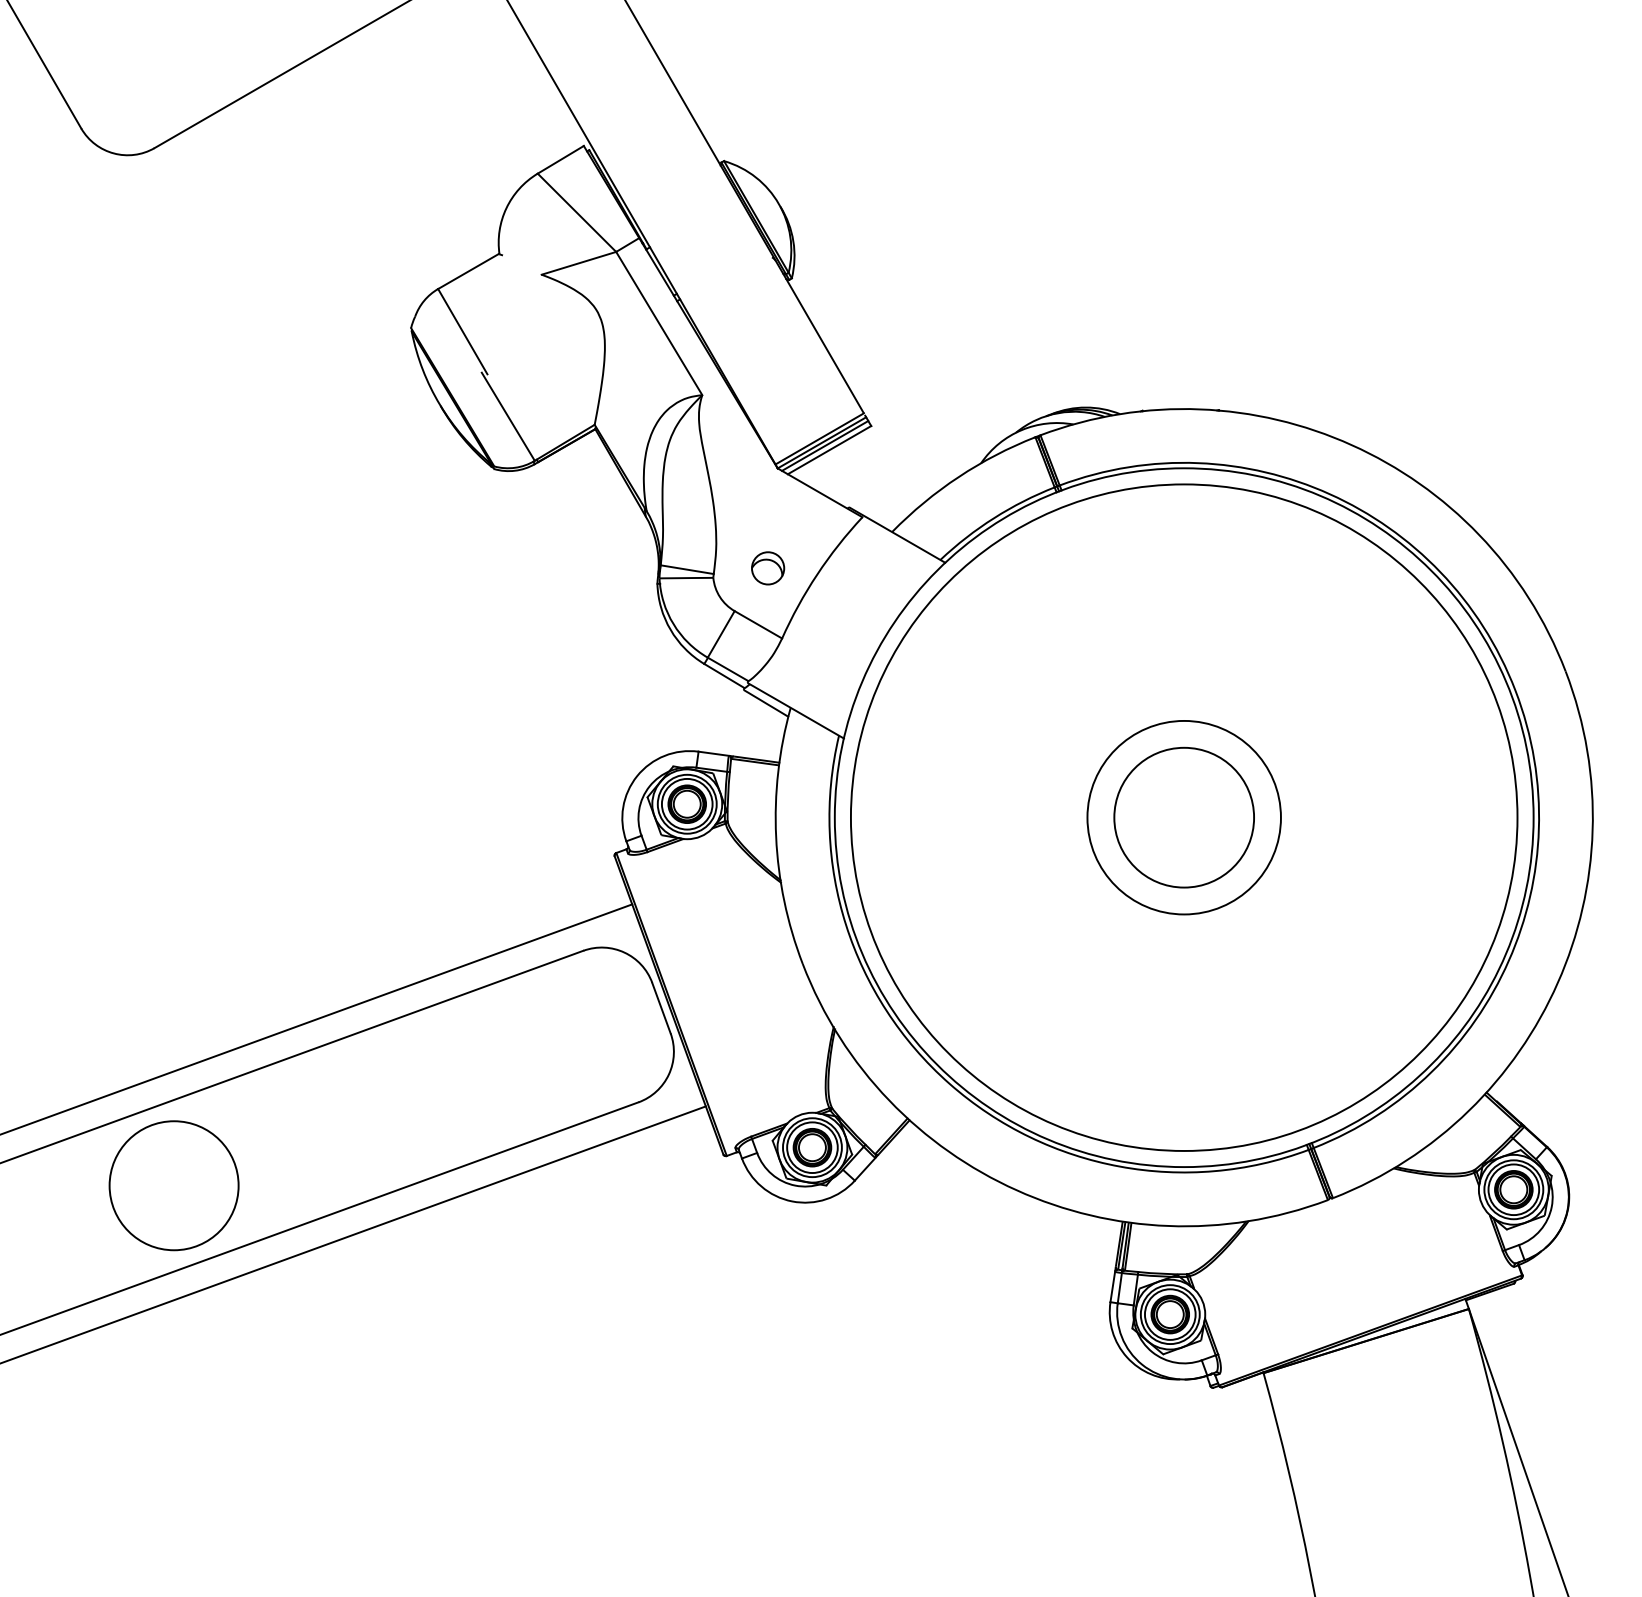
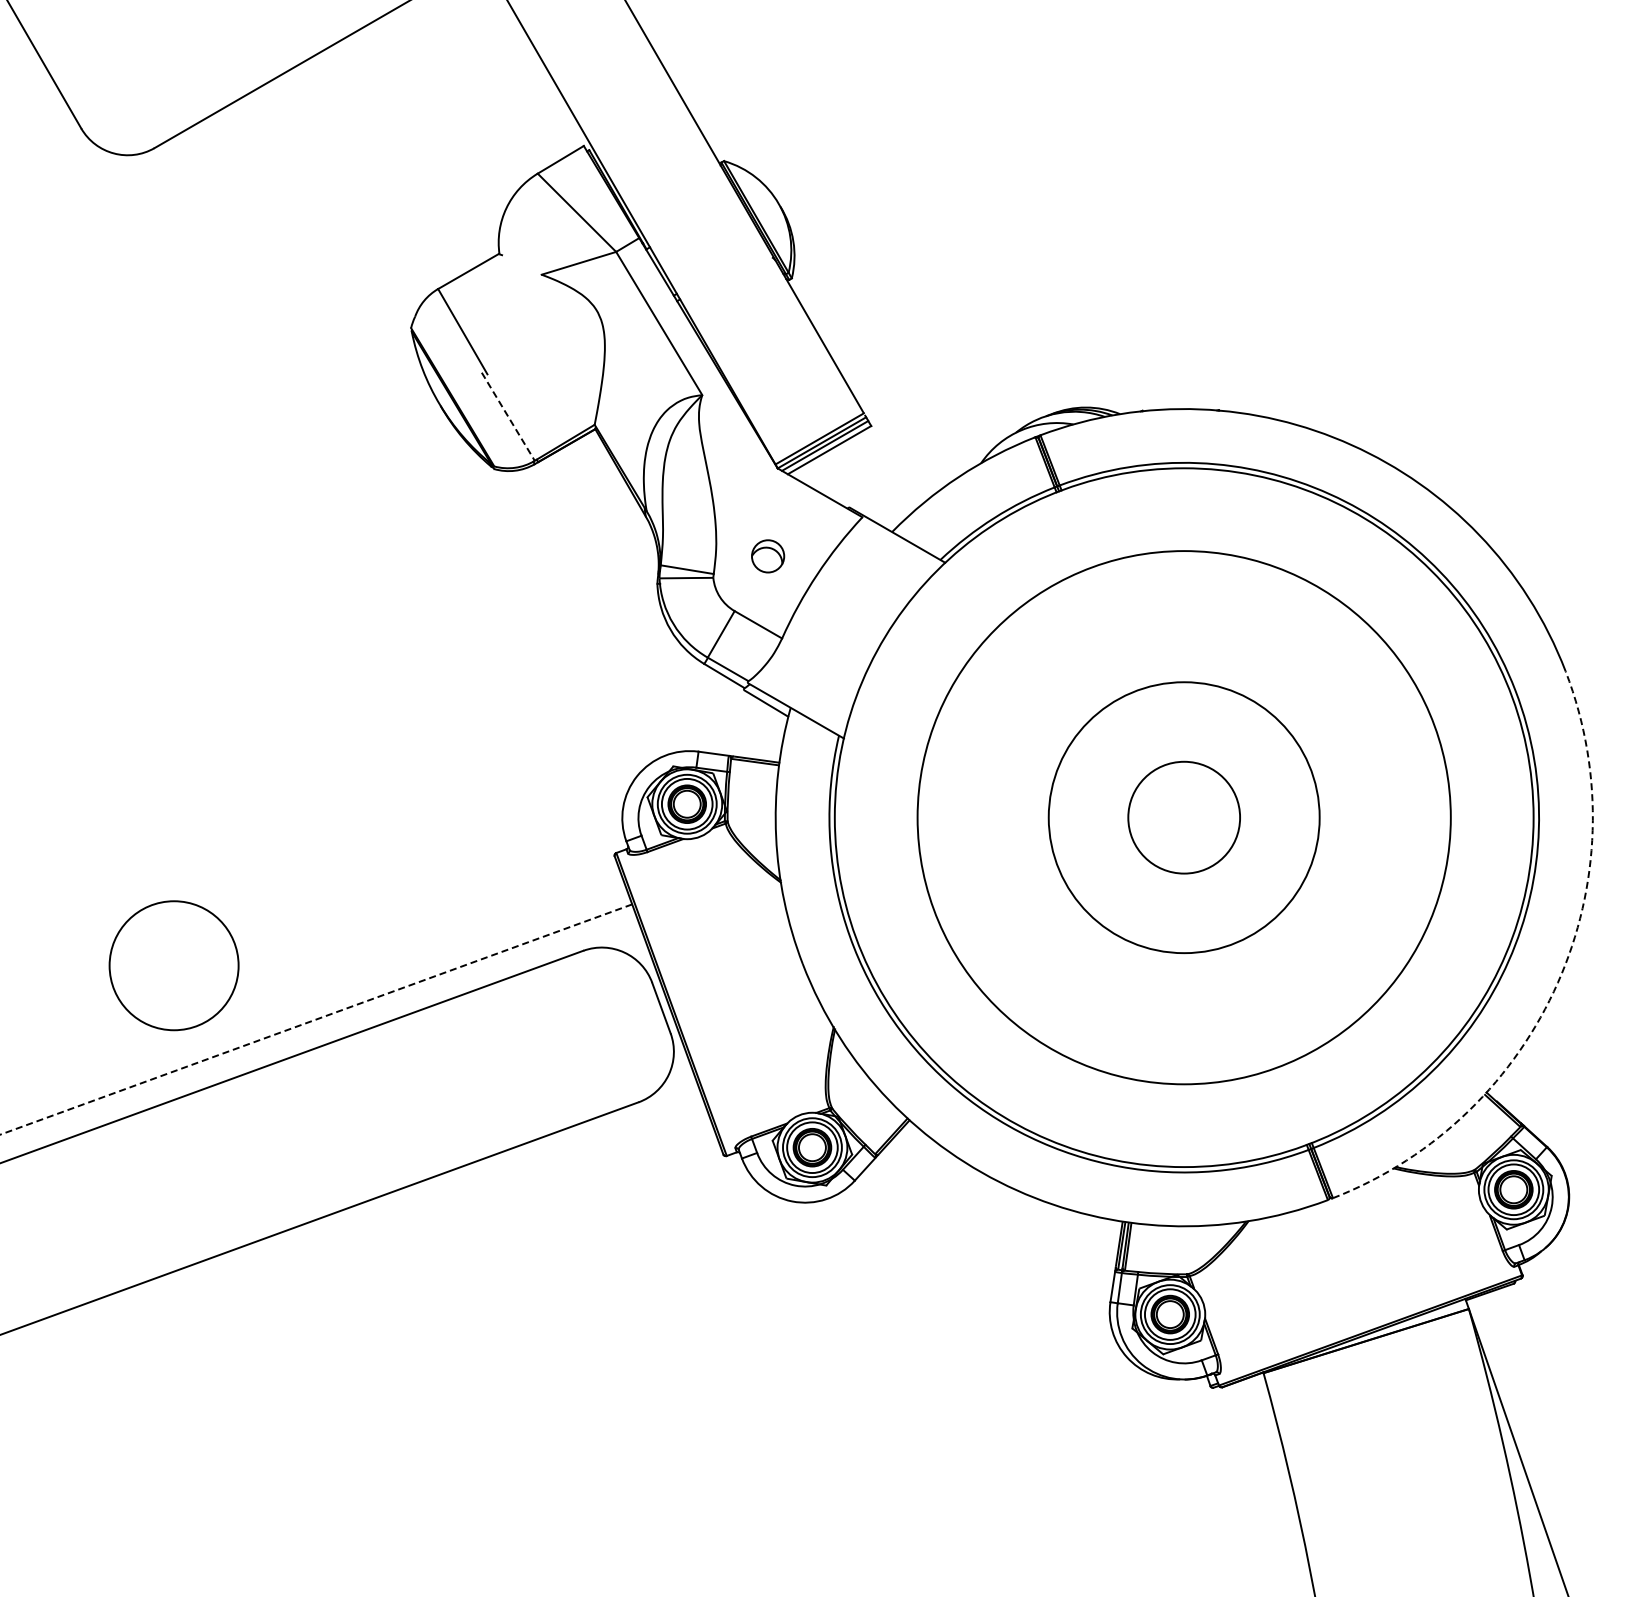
line at (508, 417): solid -> dashed
part at (768, 568) position: (768, 568) -> (768, 556)
circle at (1183, 817) diameter: 194 px -> 271 px
circle at (1183, 817) diameter: 667 px -> 533 px
circle at (1184, 817) diameter: 140 px -> 112 px
arc at (1557, 982): solid -> dashed
line at (316, 1019): solid -> dashed
circle at (173, 1185) position: (173, 1185) -> (173, 965)
line at (353, 1234): present -> none
